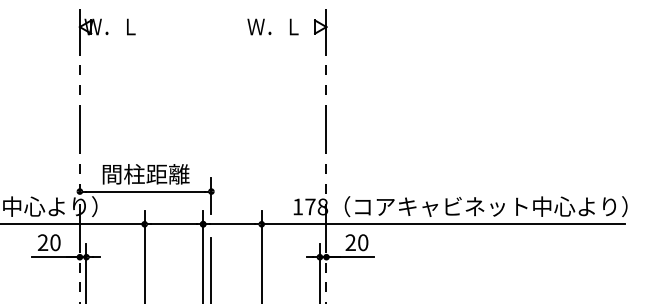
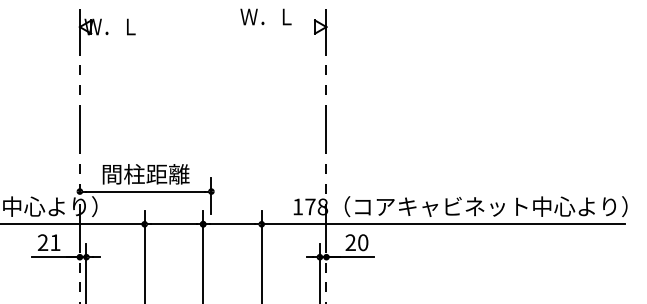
text at (272, 26) position: (272, 26) -> (265, 16)
text at (55, 242): 20 -> 21
line at (211, 268): present -> none
